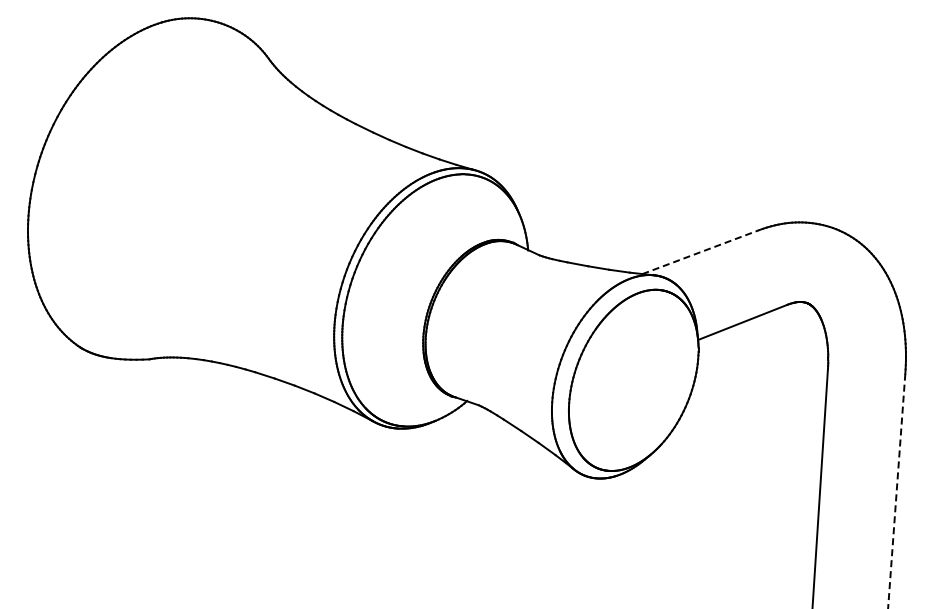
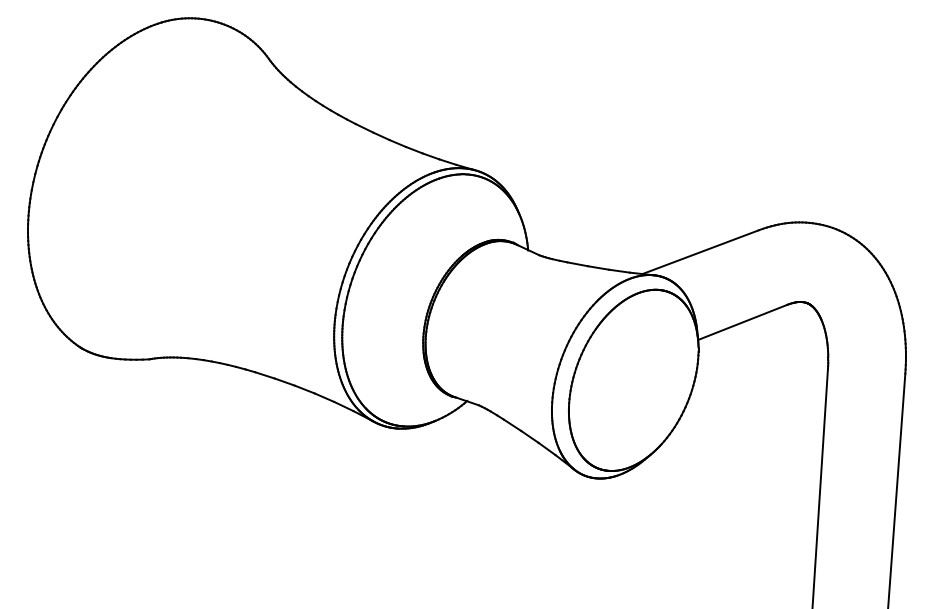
line at (701, 252): dashed -> solid
line at (896, 491): dashed -> solid
